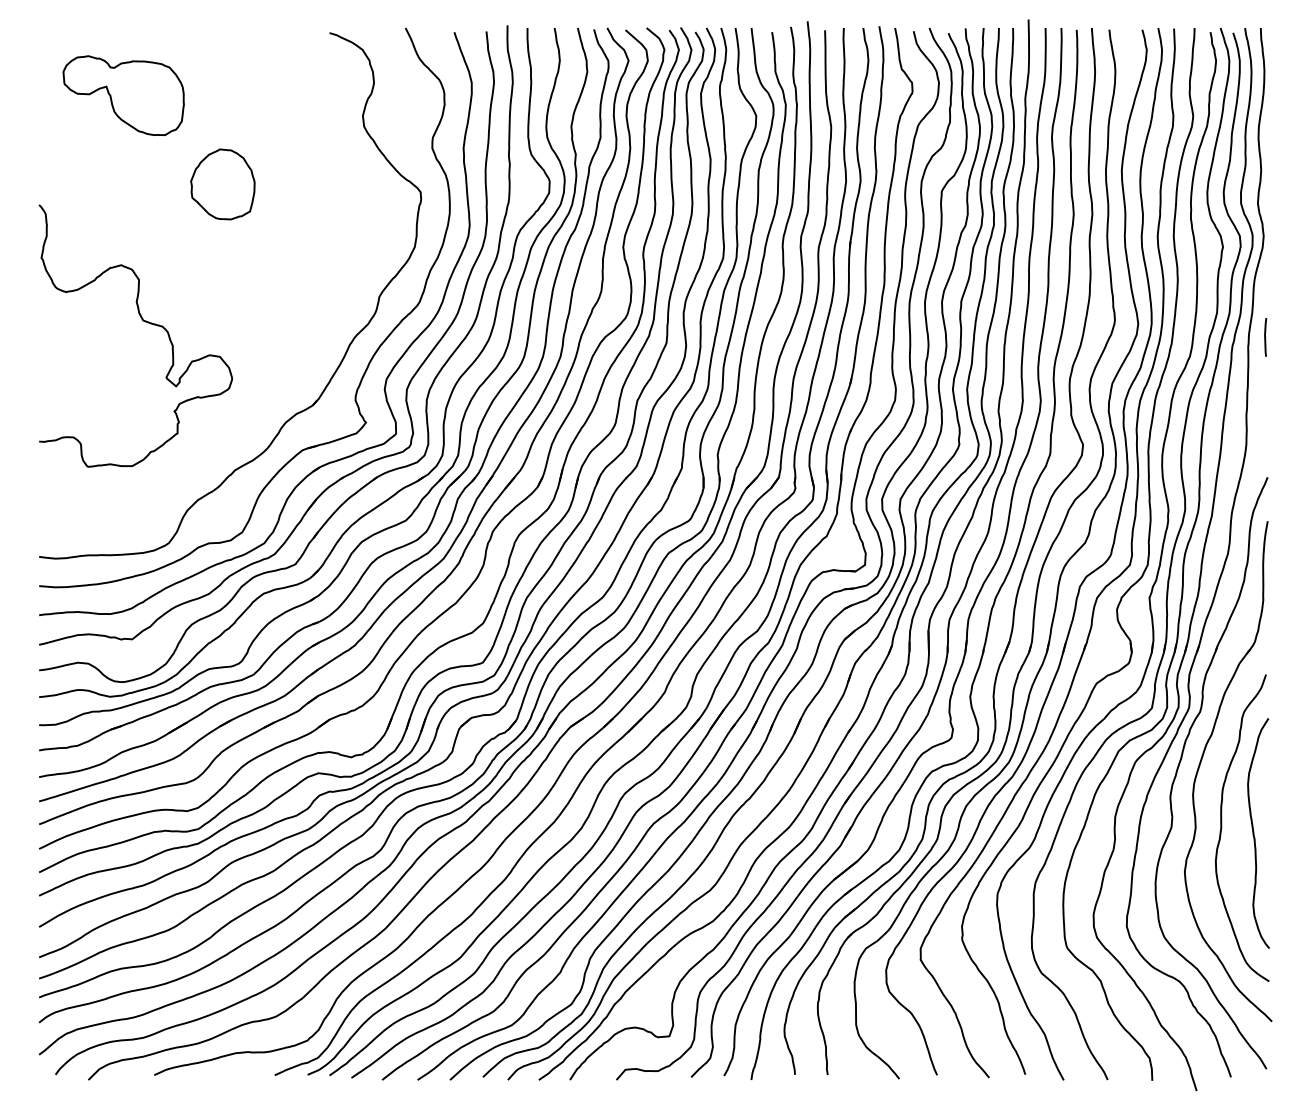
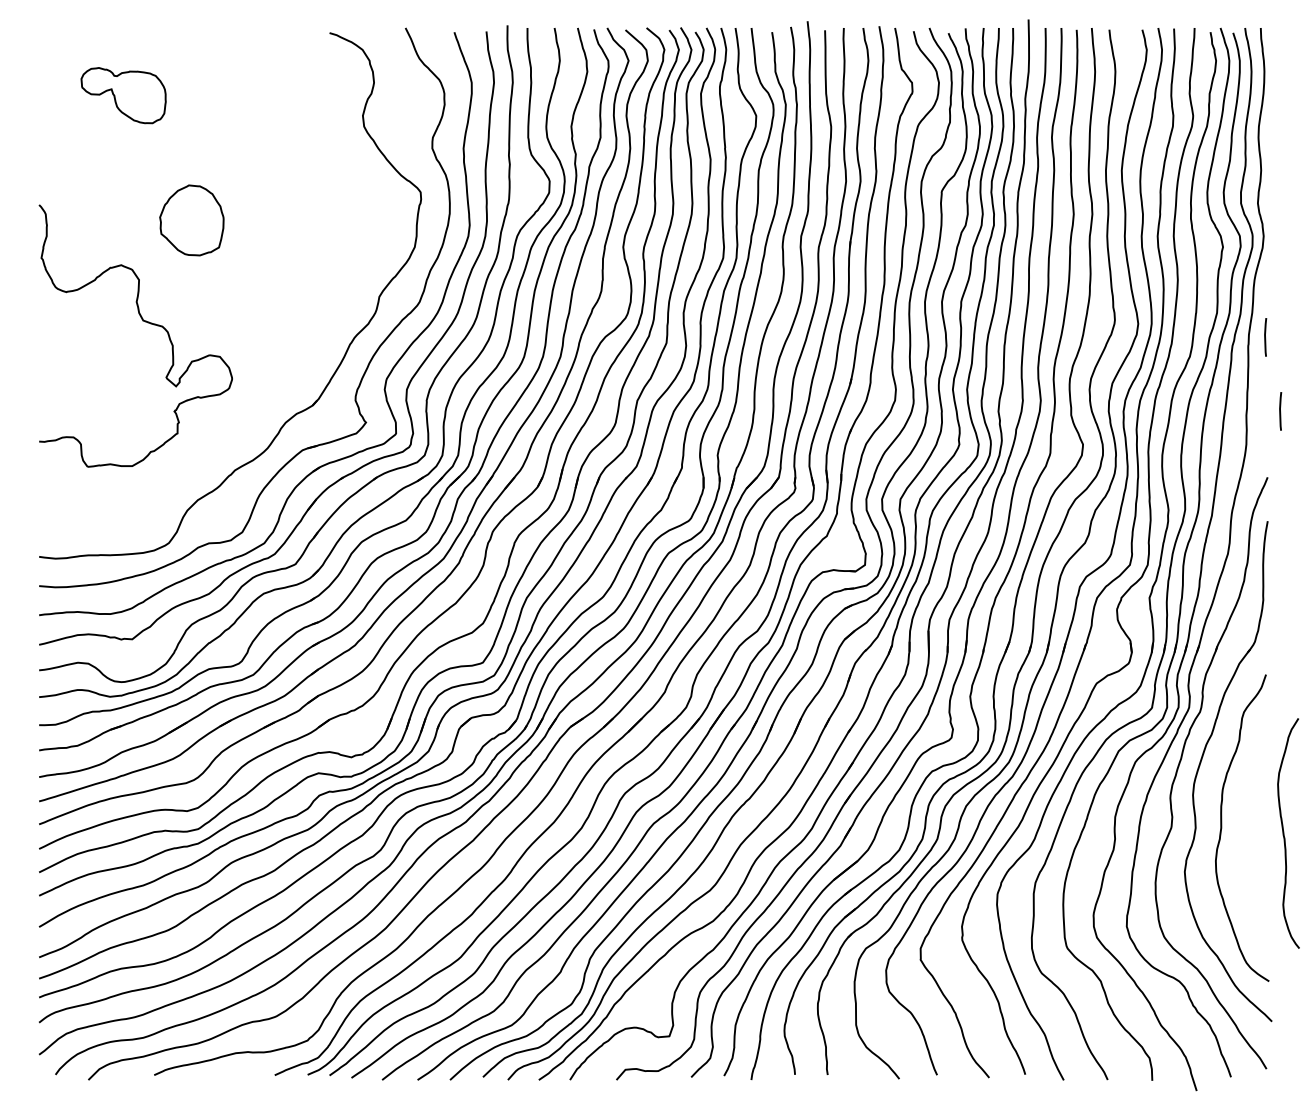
part at (123, 95) size: 123x81 px -> 87x58 px
part at (222, 184) position: (222, 184) -> (191, 220)
line at (1280, 411): none -> present
curve at (1254, 833) position: (1254, 833) -> (1284, 833)
